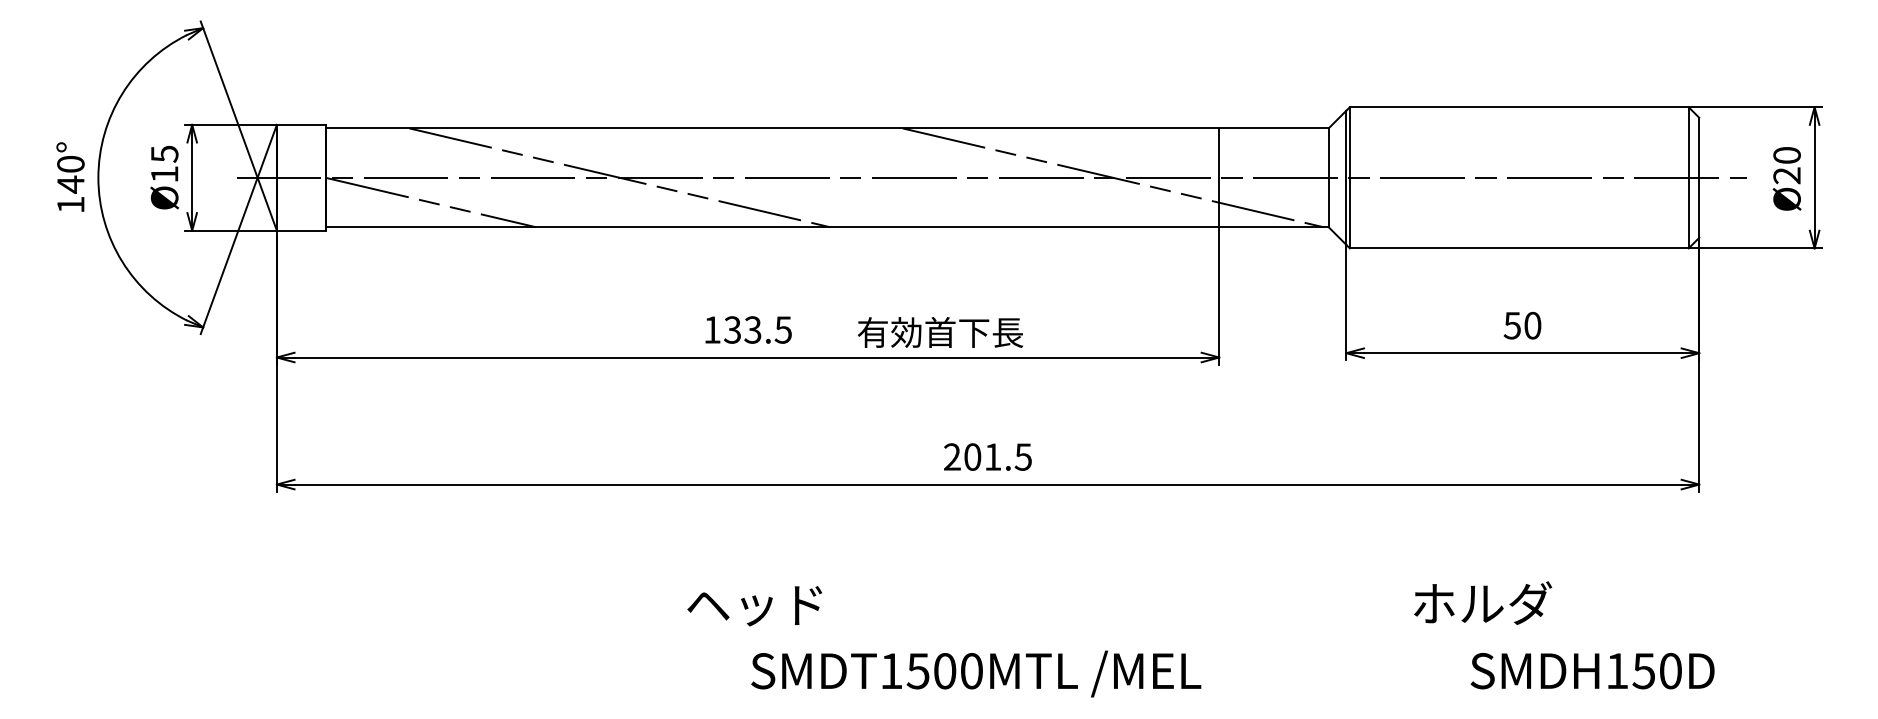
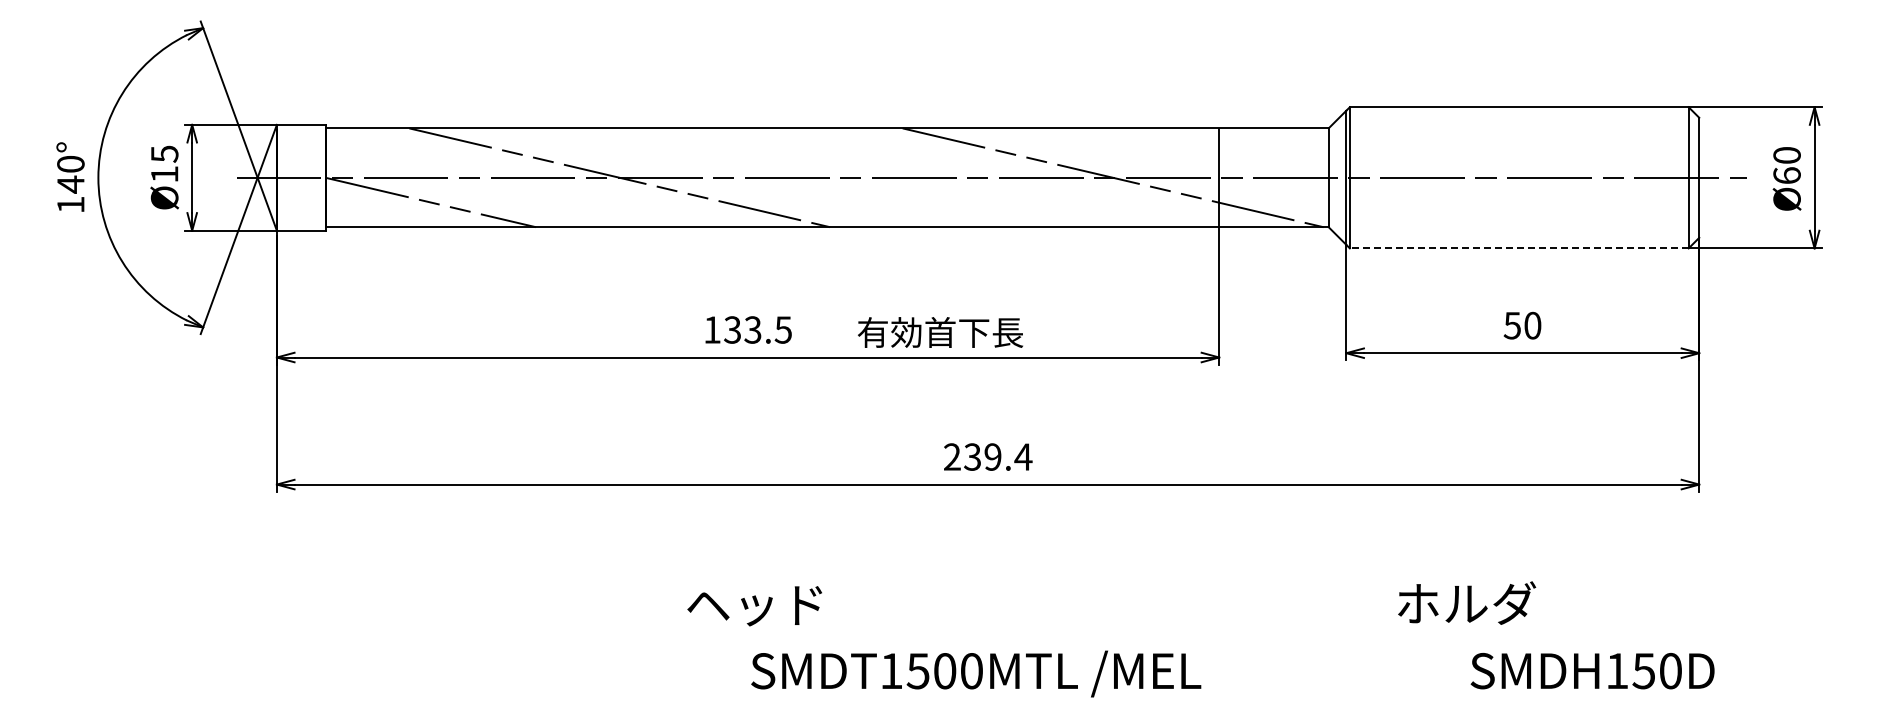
text at (1786, 175): Ø20 -> Ø60
line at (1518, 248): solid -> dashed
text at (998, 456): 201.5 -> 239.4
text at (1483, 602) position: (1483, 602) -> (1467, 602)
